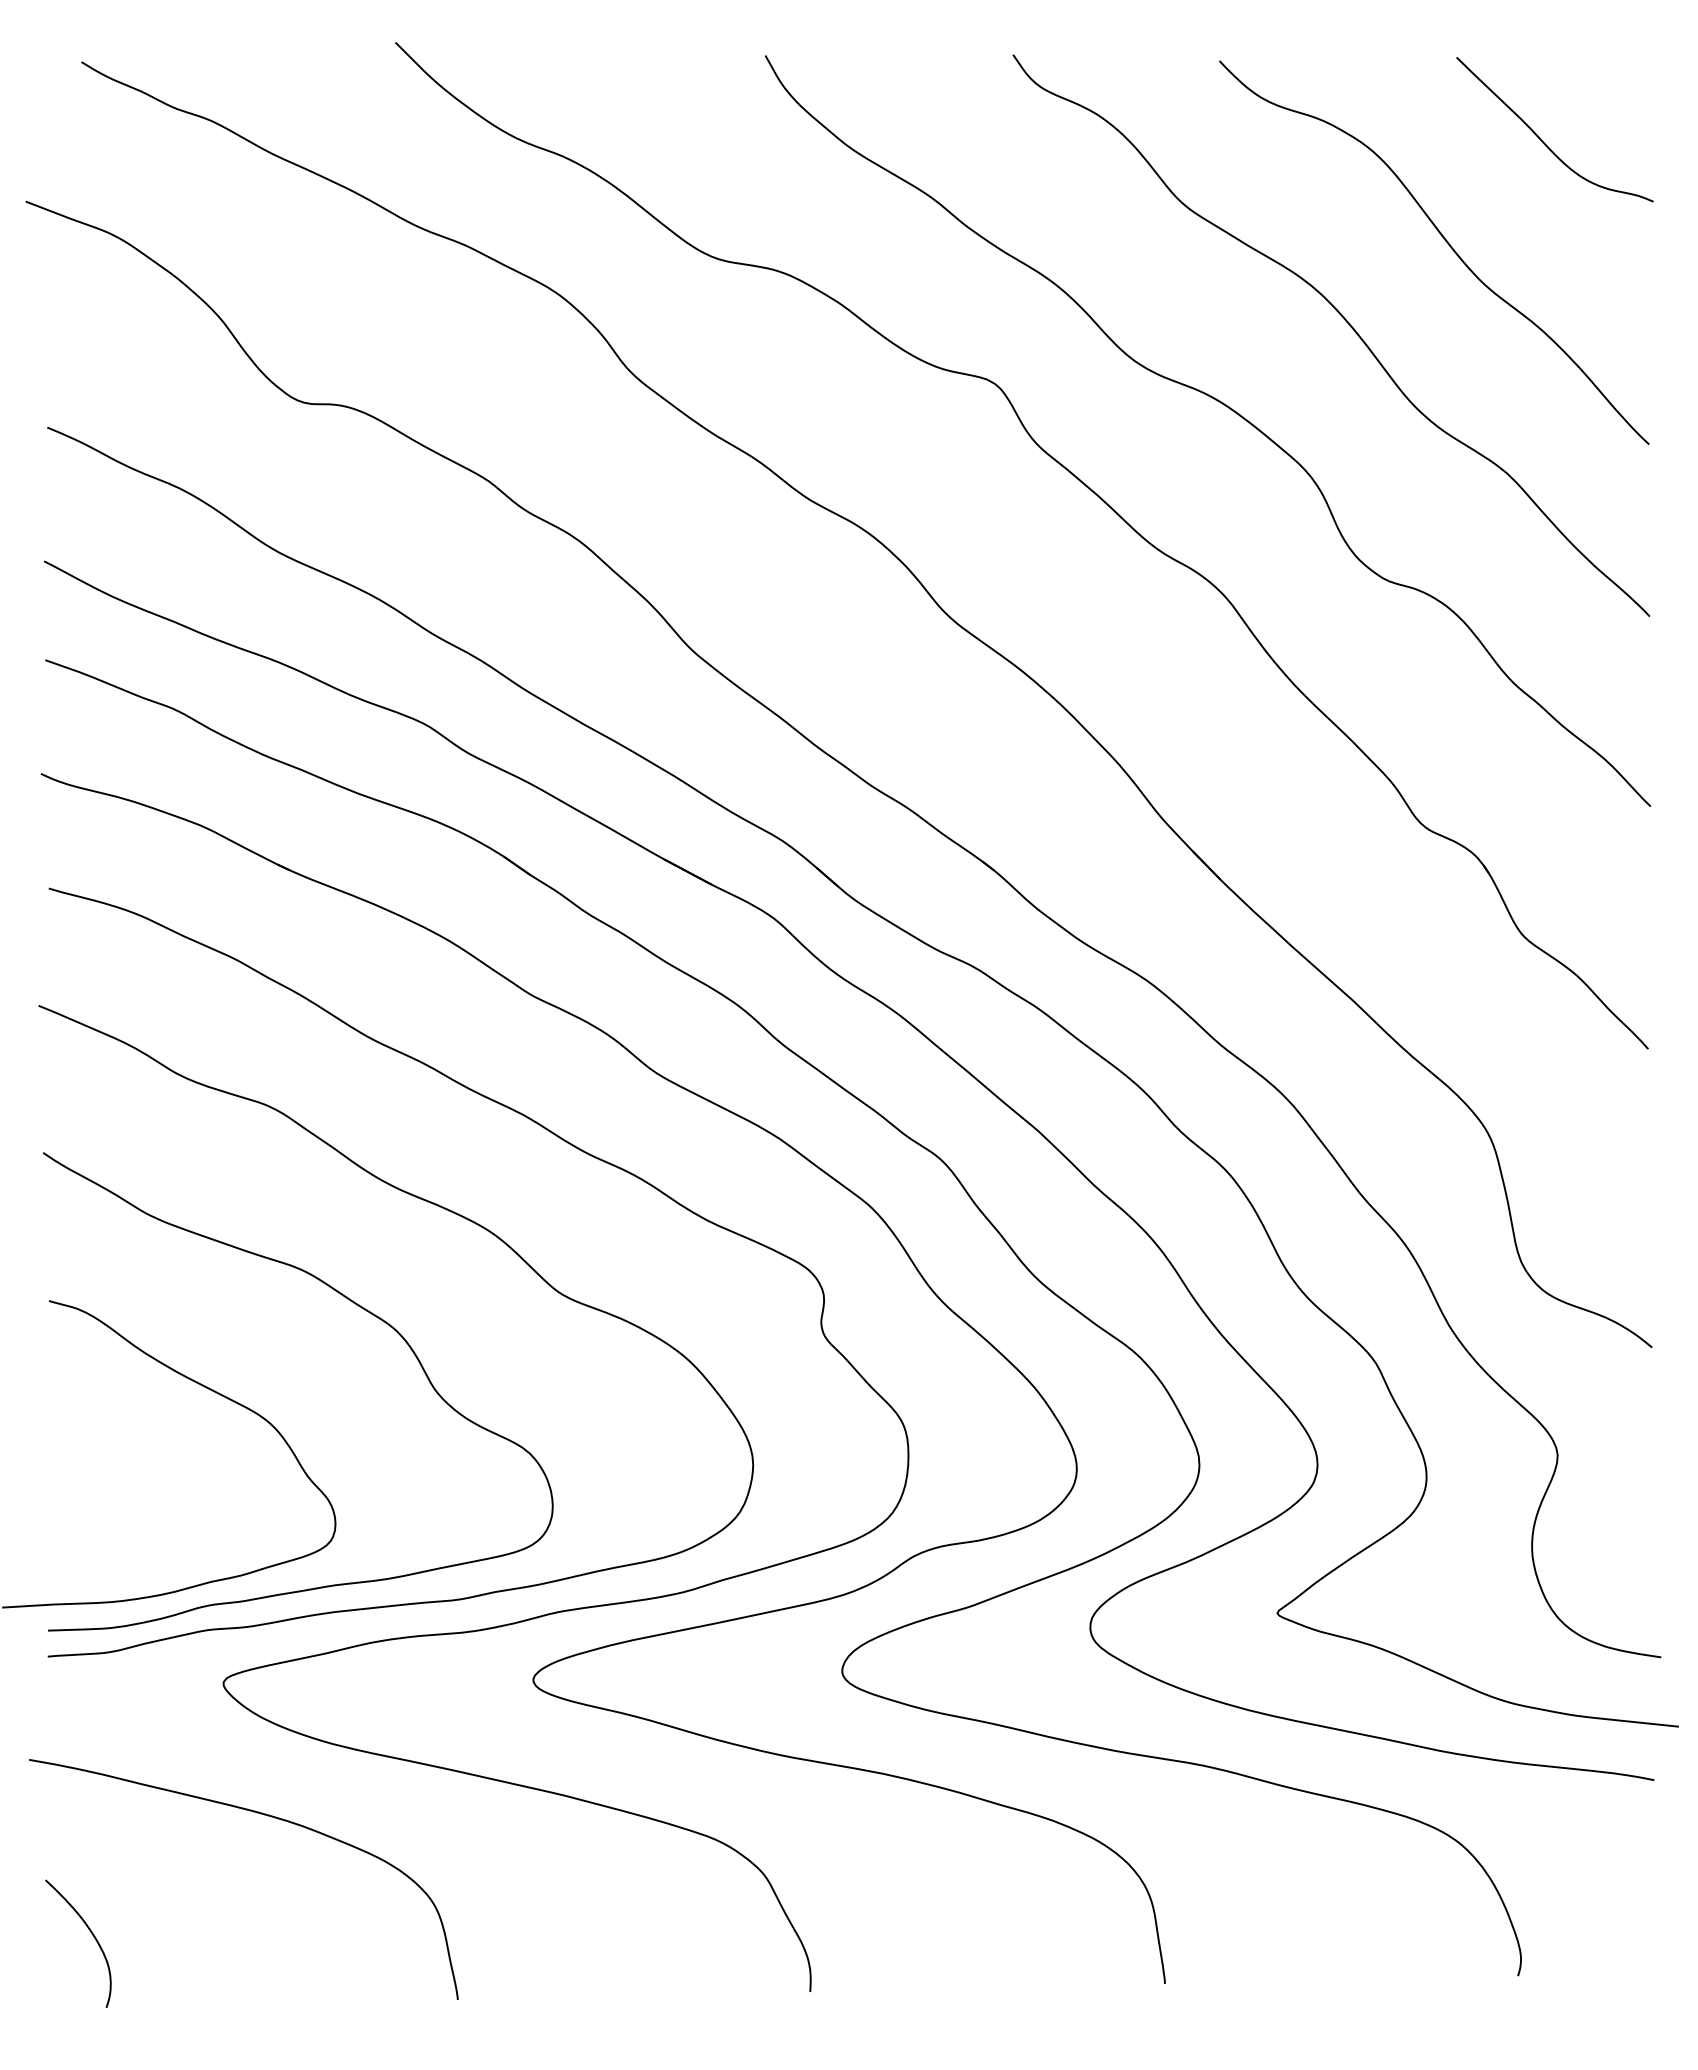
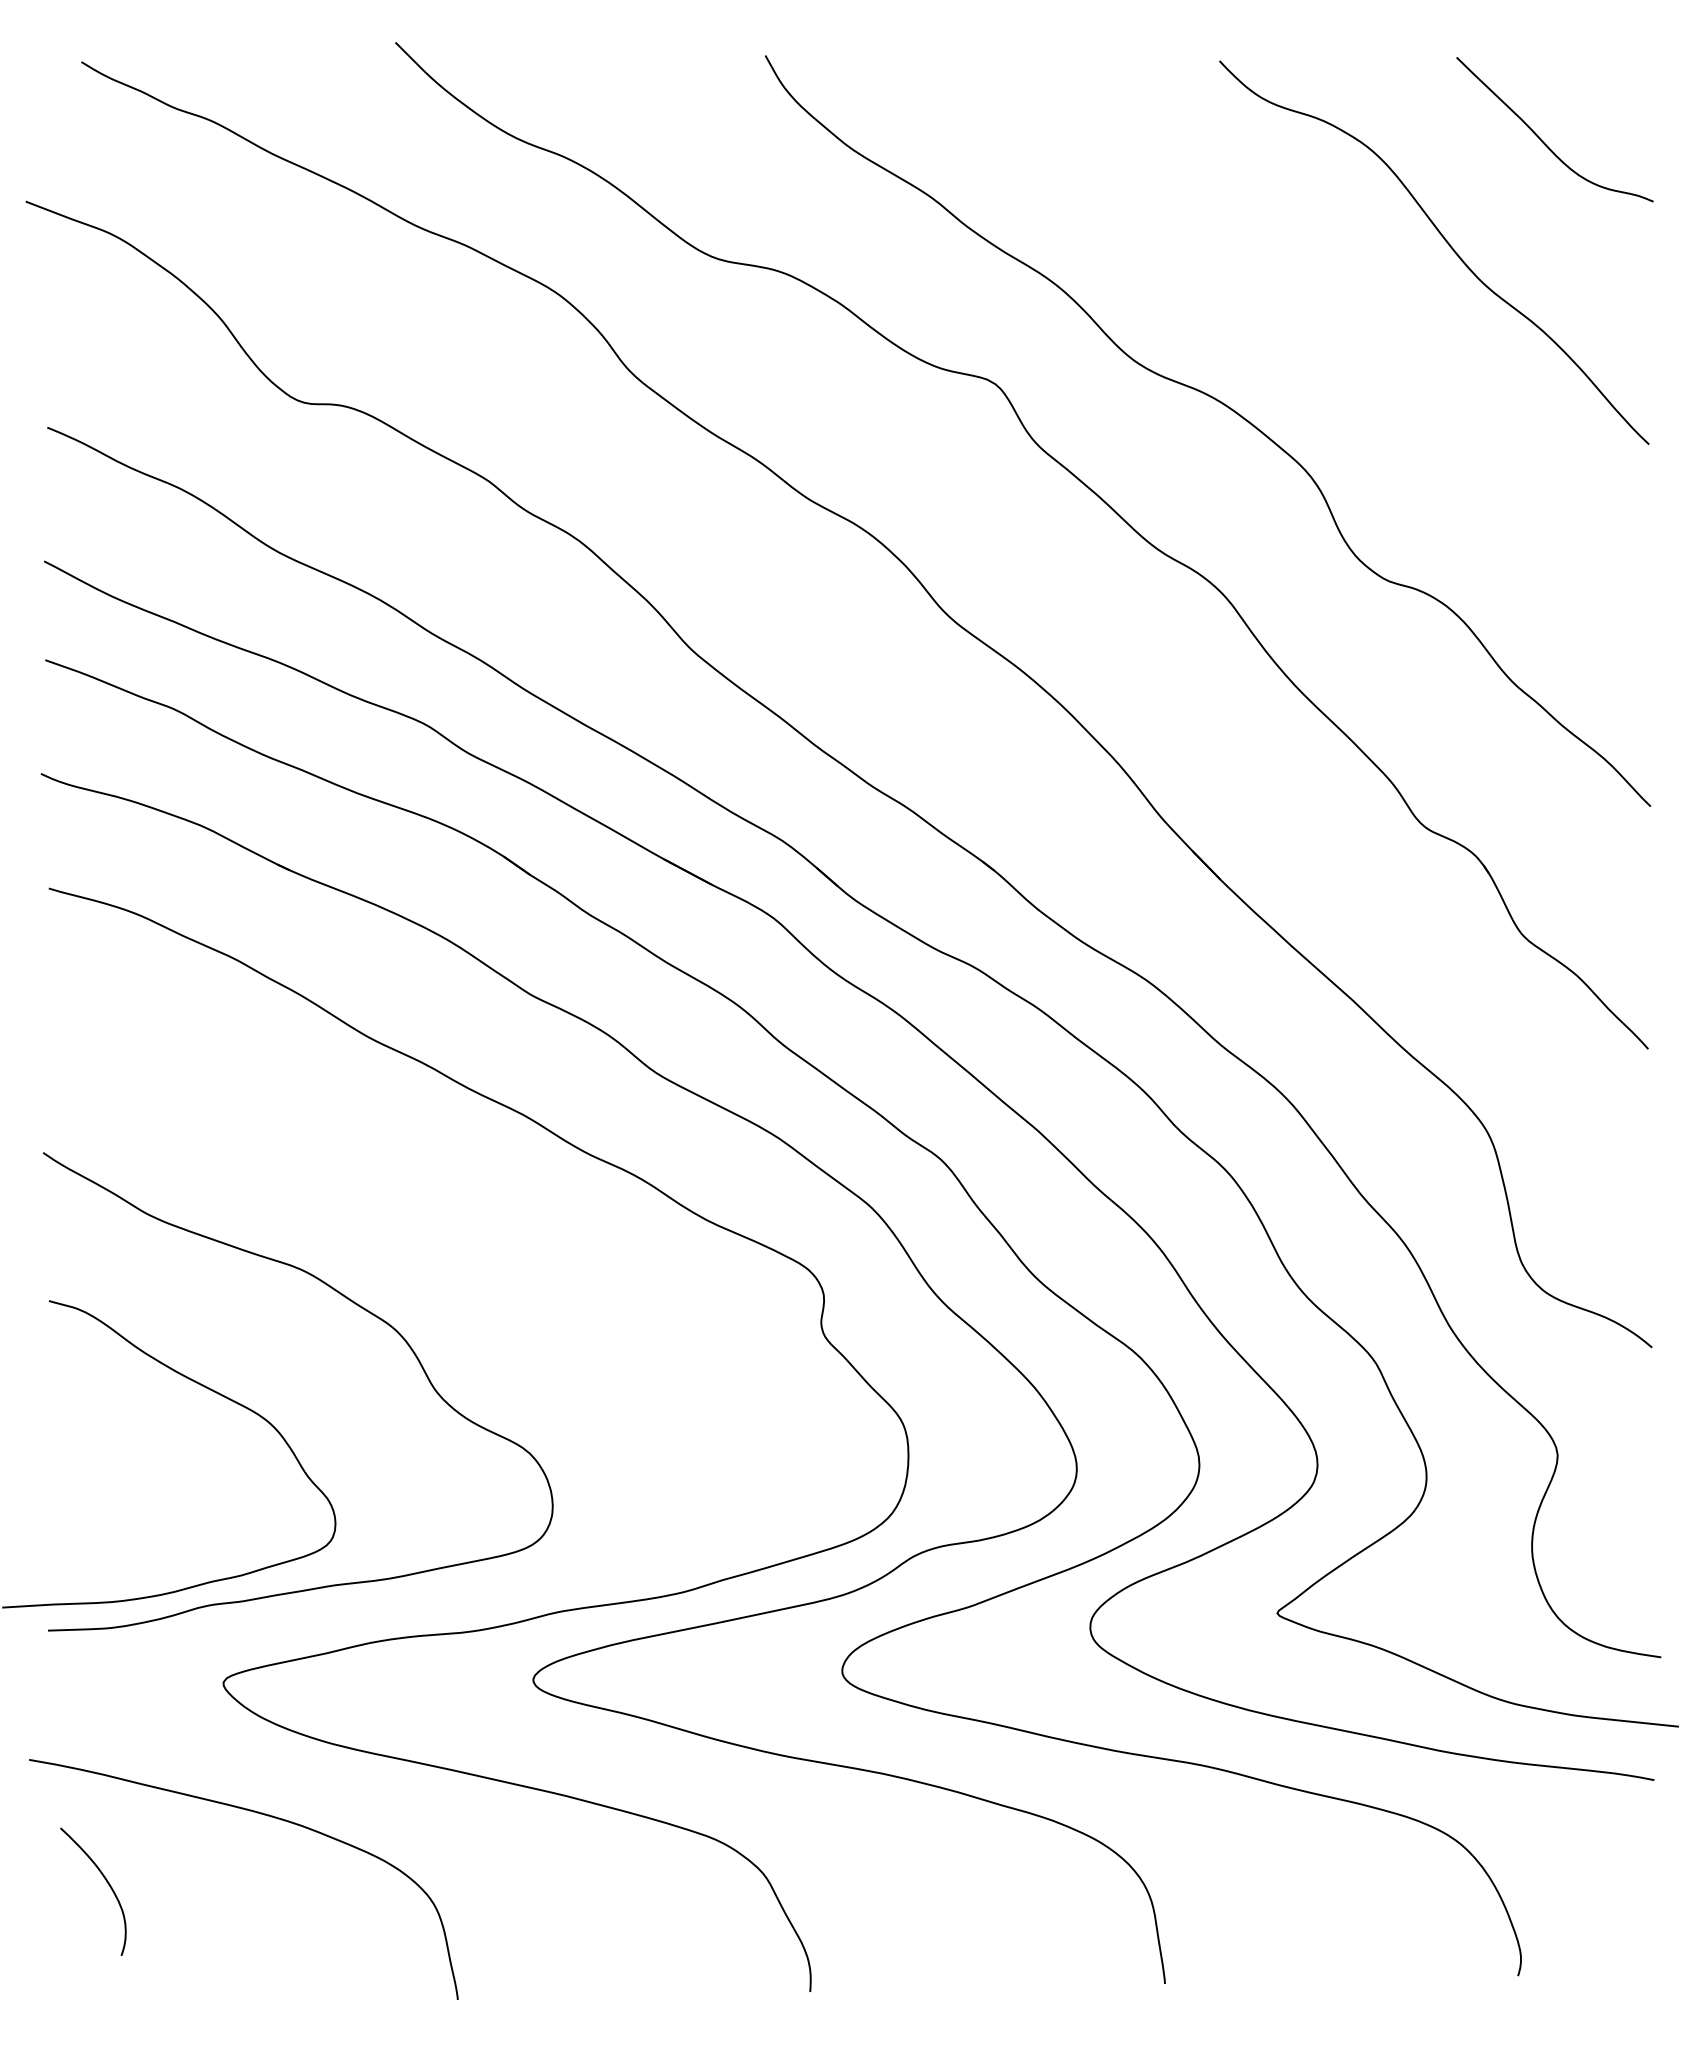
curve at (1345, 321): present -> none
curve at (448, 1211): present -> none
curve at (91, 1934) position: (91, 1934) -> (106, 1882)
